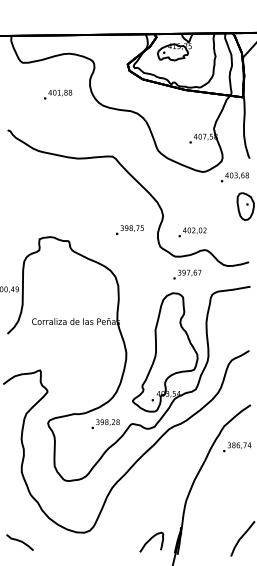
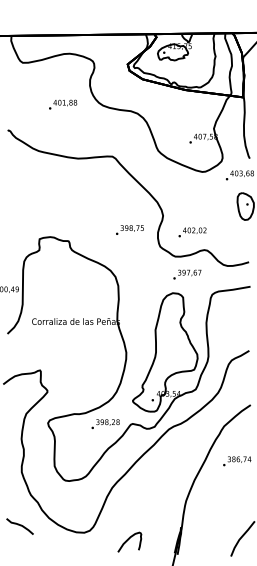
text at (58, 94) position: (58, 94) -> (63, 104)
text at (234, 177) position: (234, 177) -> (239, 175)
text at (237, 447) position: (237, 447) -> (237, 461)
curve at (150, 540) position: (150, 540) -> (128, 540)
curve at (19, 541) position: (19, 541) -> (19, 525)
